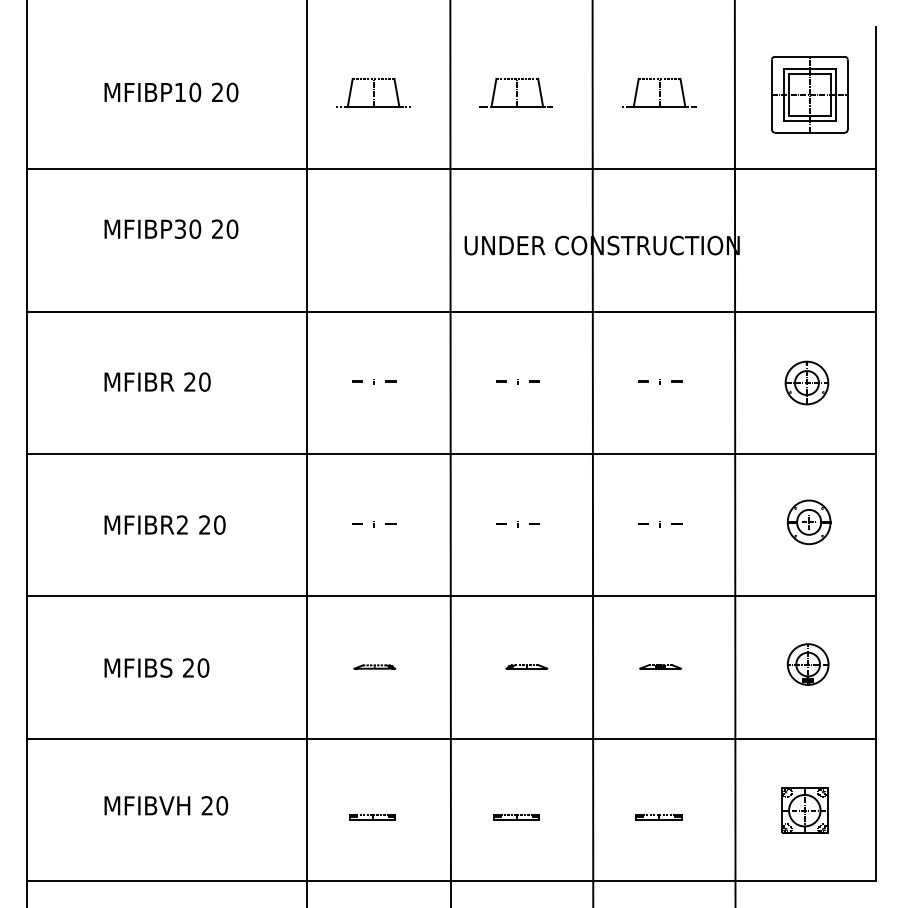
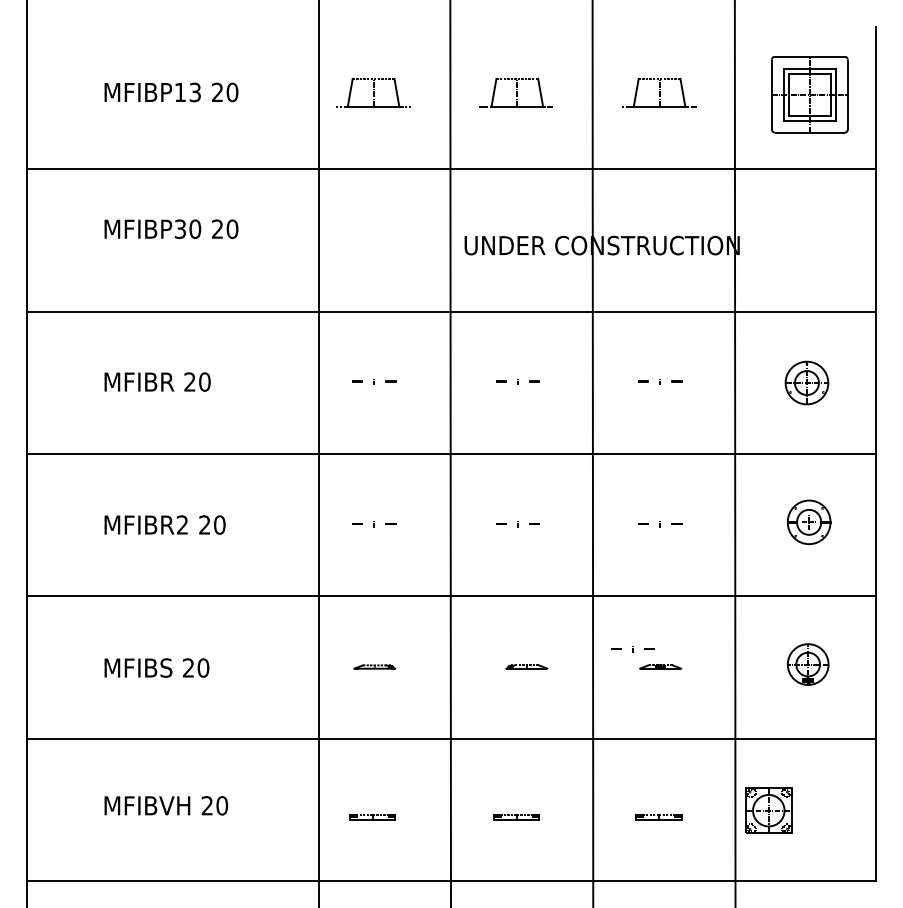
text at (195, 92): MFIBP10 -> MFIBP13
line at (306, 453) position: (306, 453) -> (318, 453)
part at (632, 649): none -> present
part at (804, 810) position: (804, 810) -> (768, 810)
